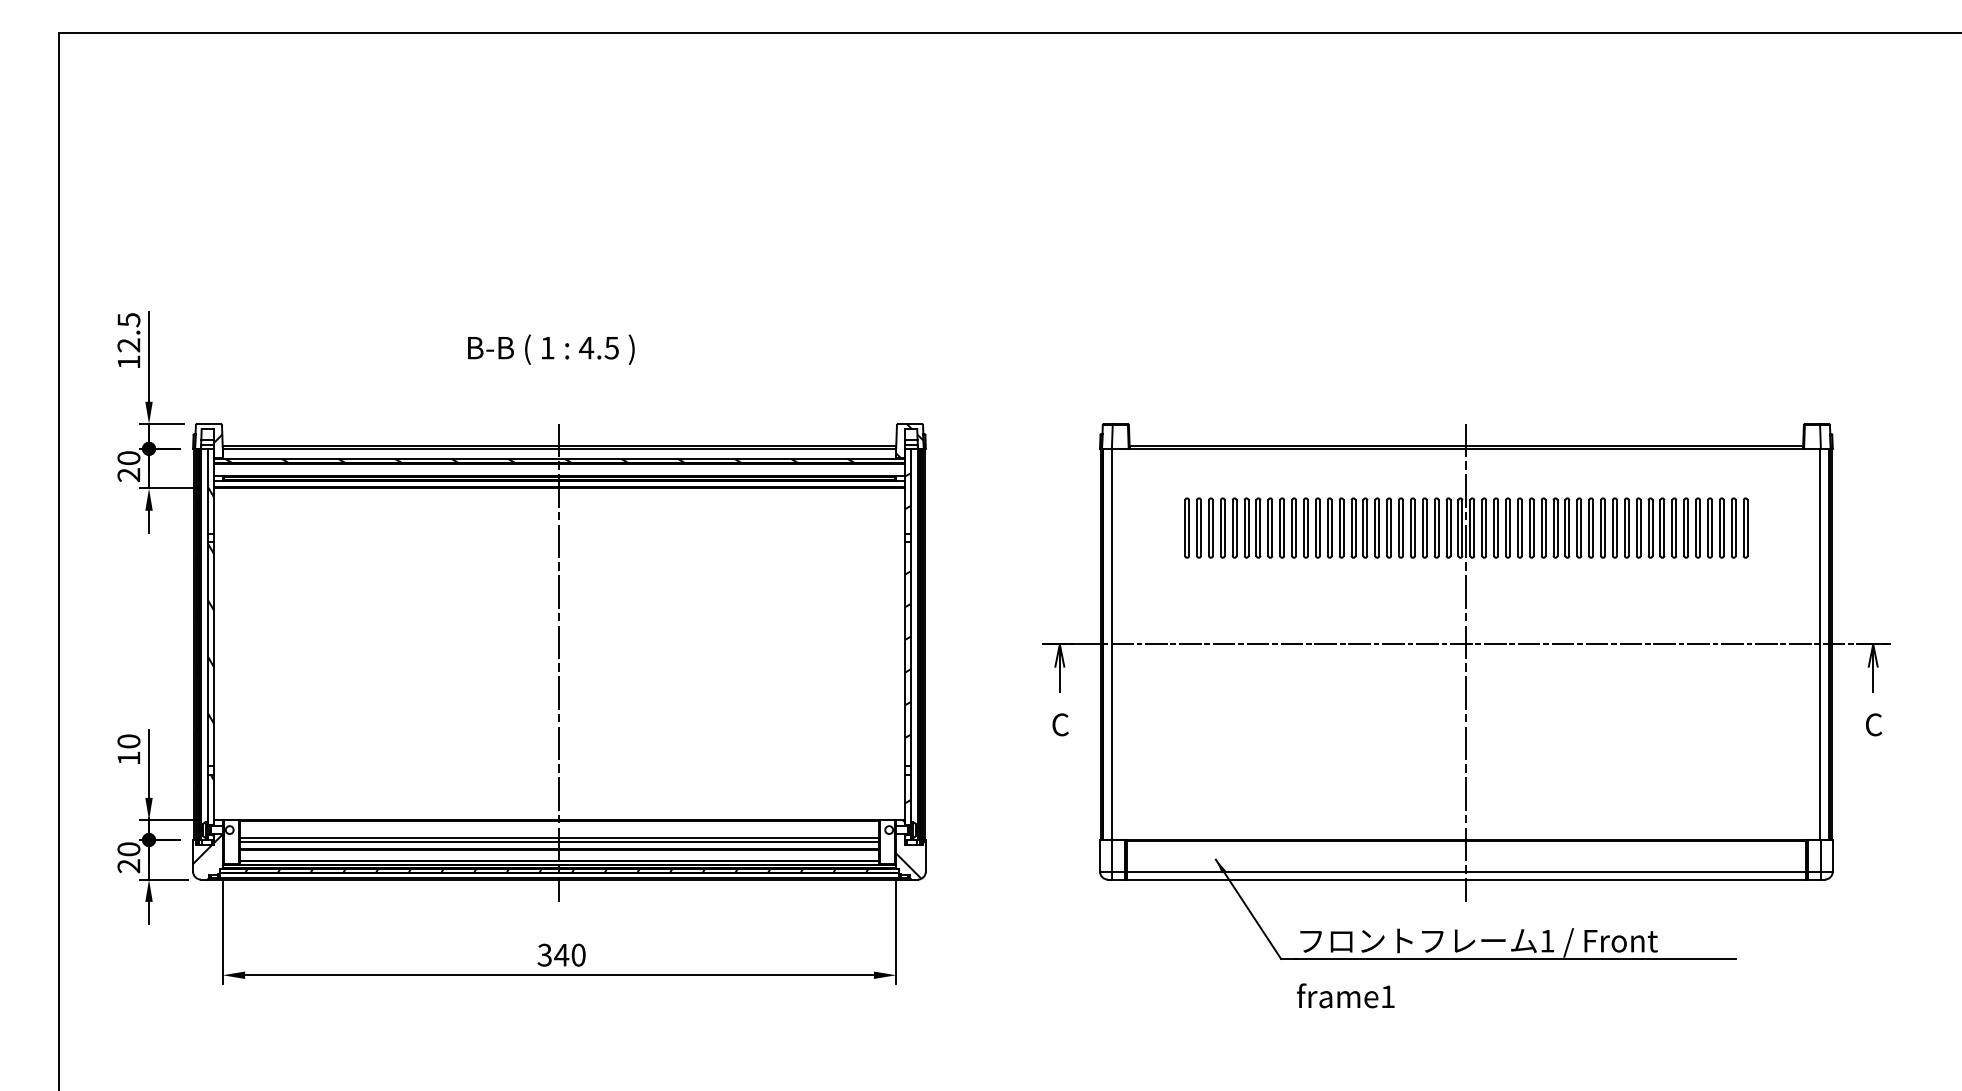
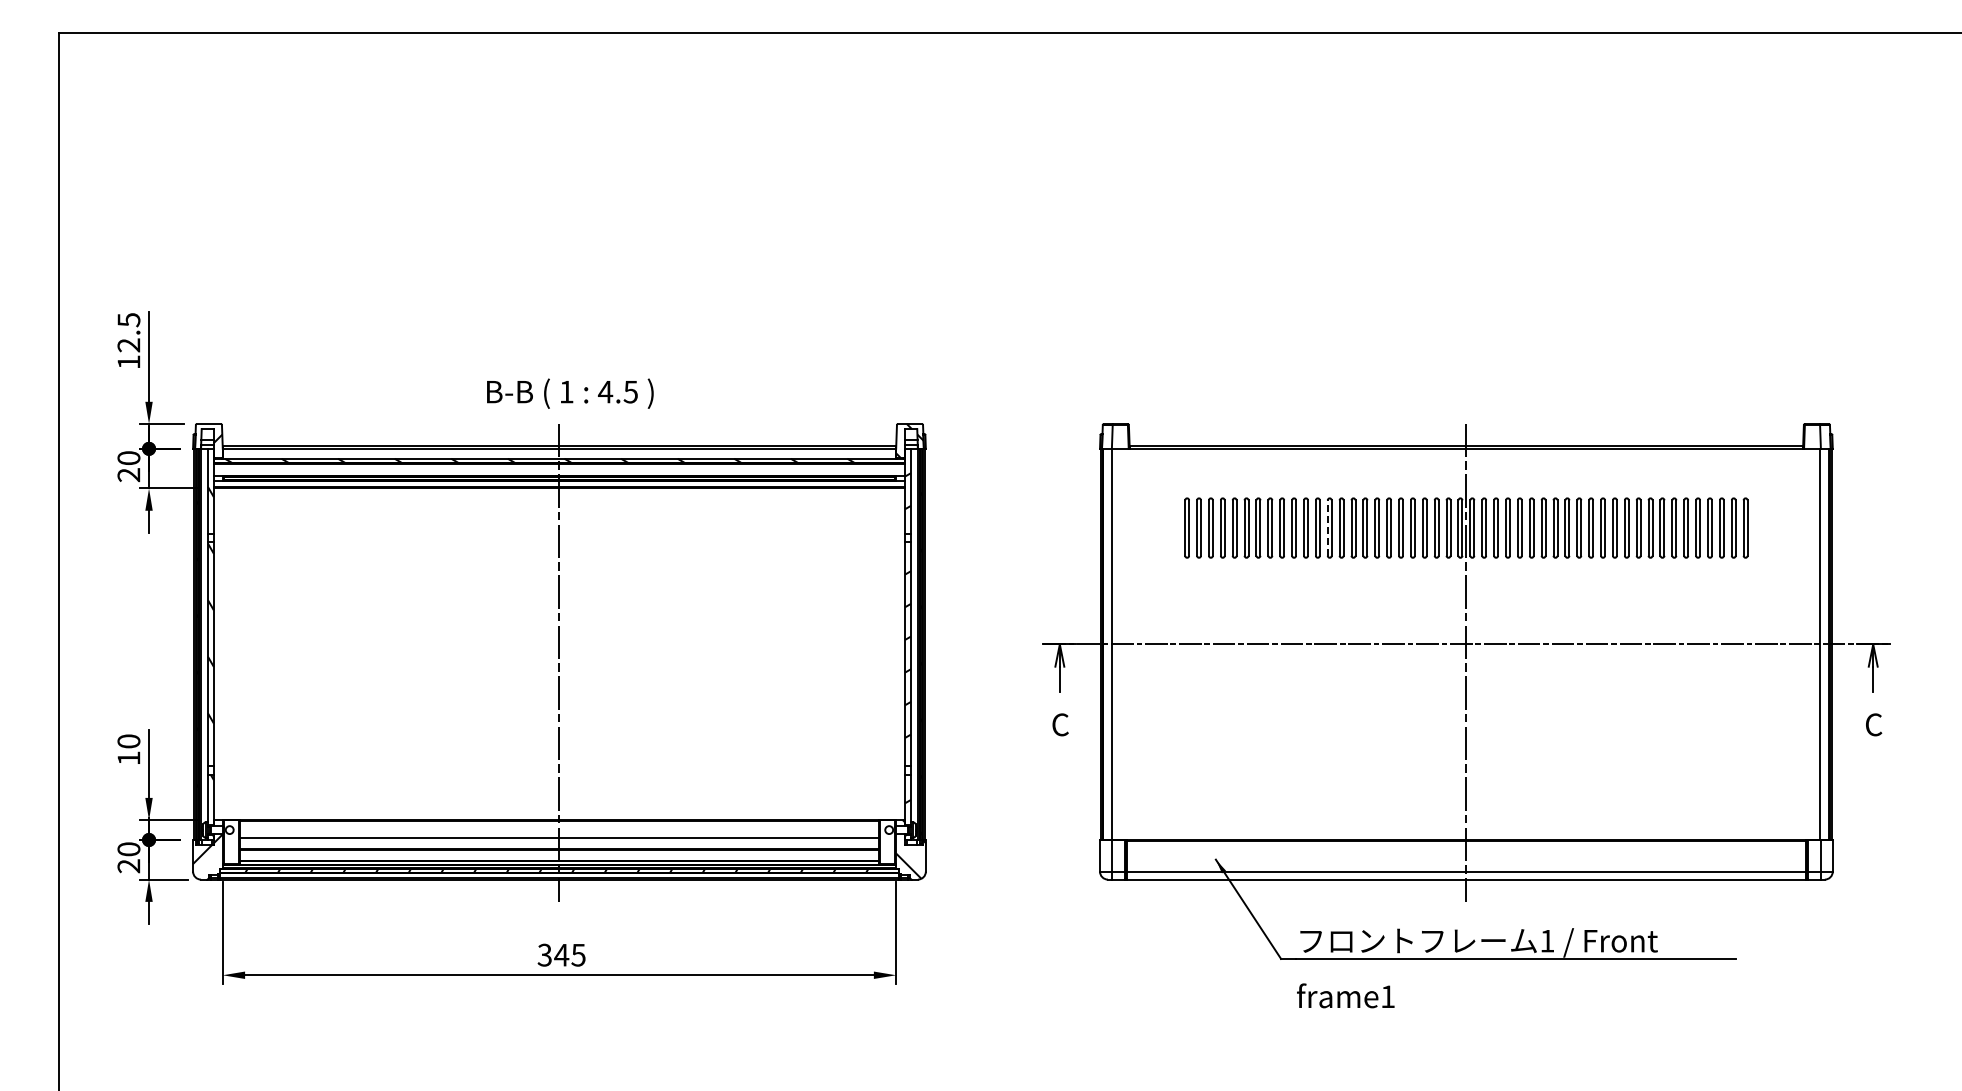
text at (551, 349) position: (551, 349) -> (570, 393)
line at (1327, 528): solid -> dashed
line at (559, 841): present -> none
text at (578, 954): 340 -> 345
